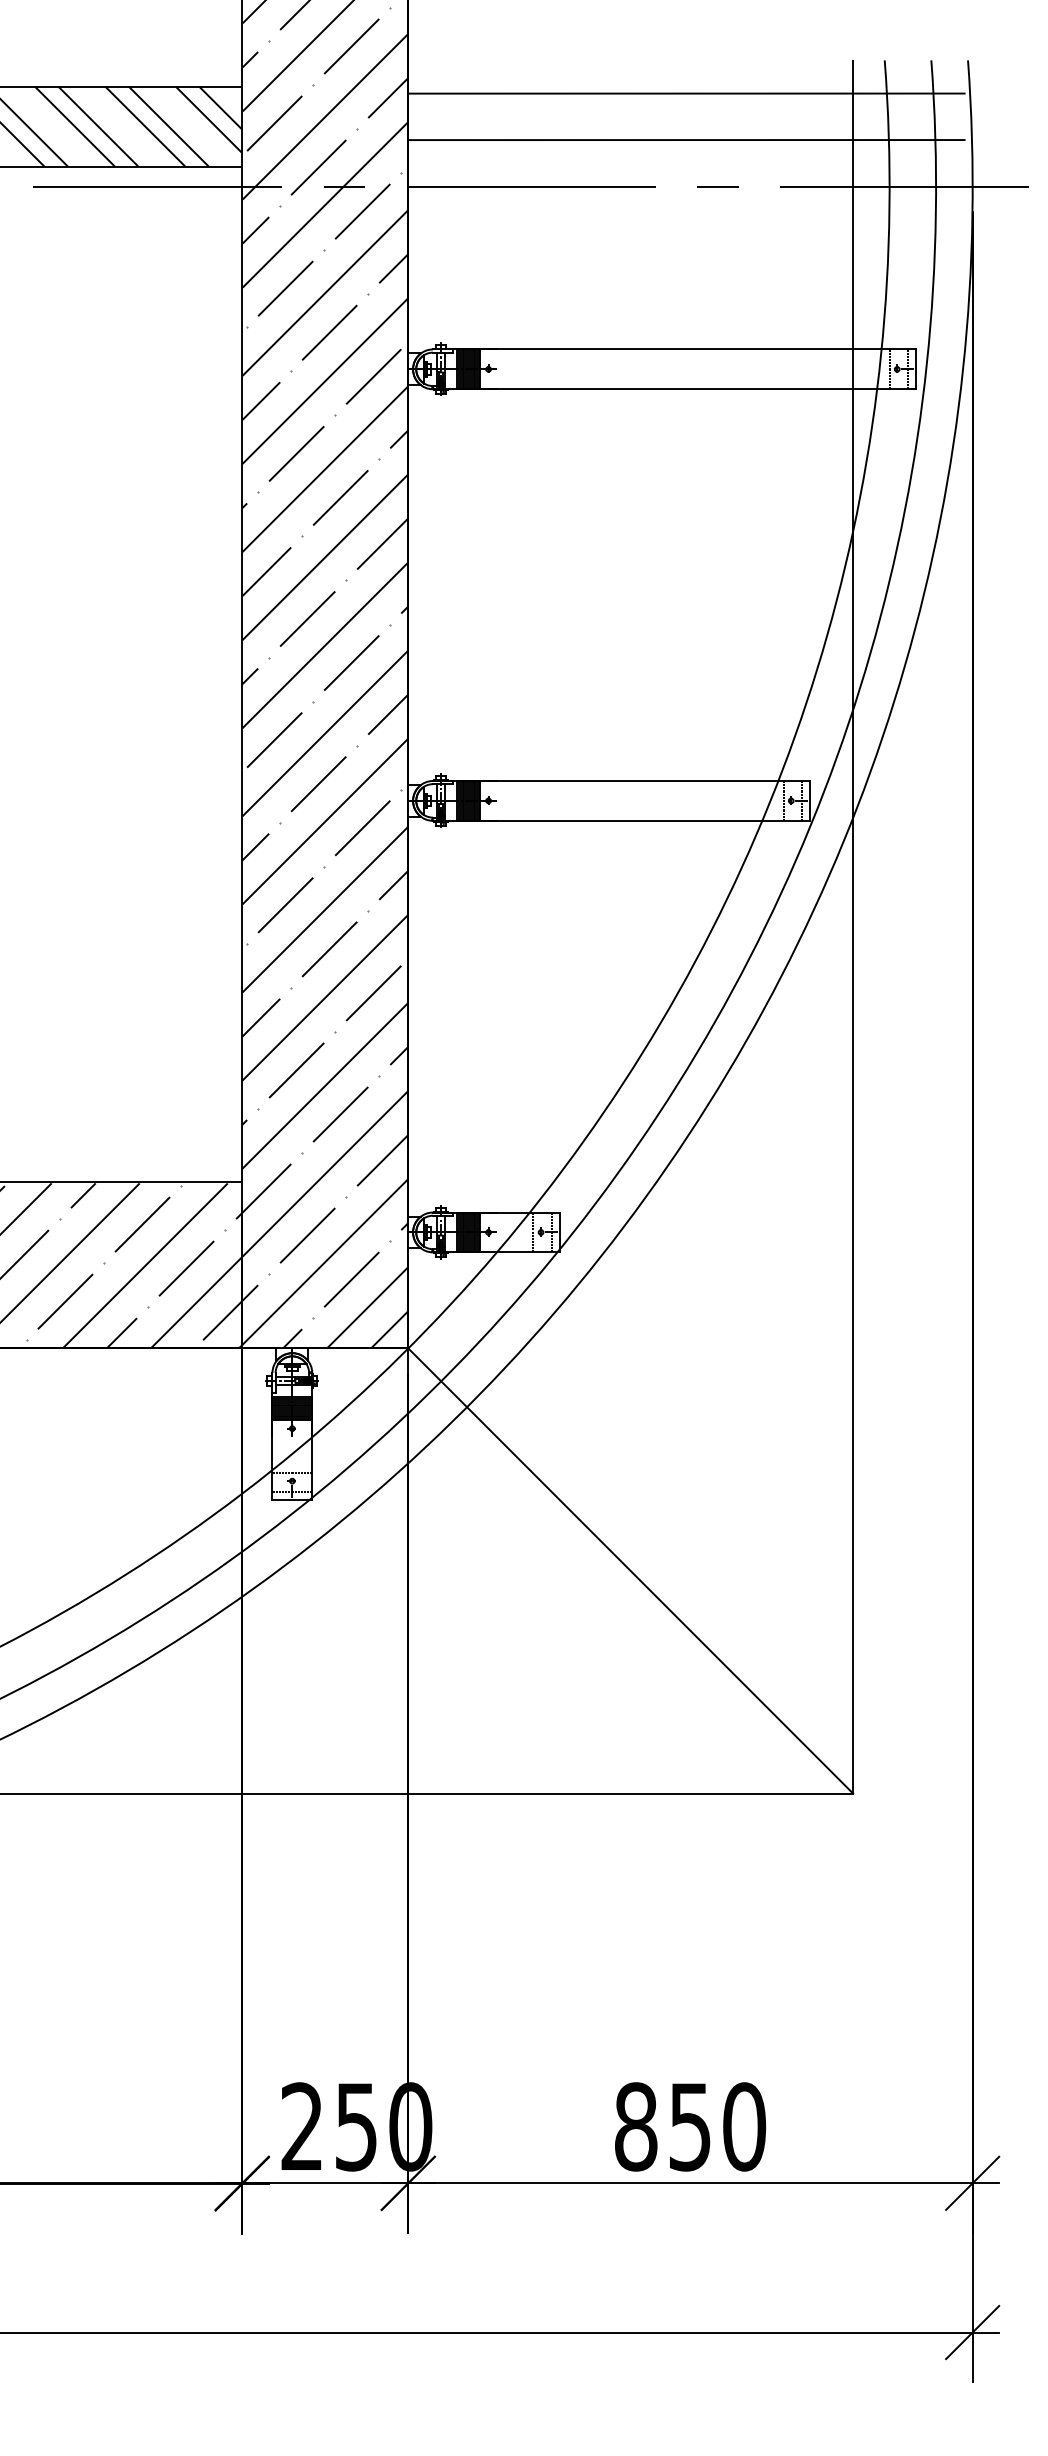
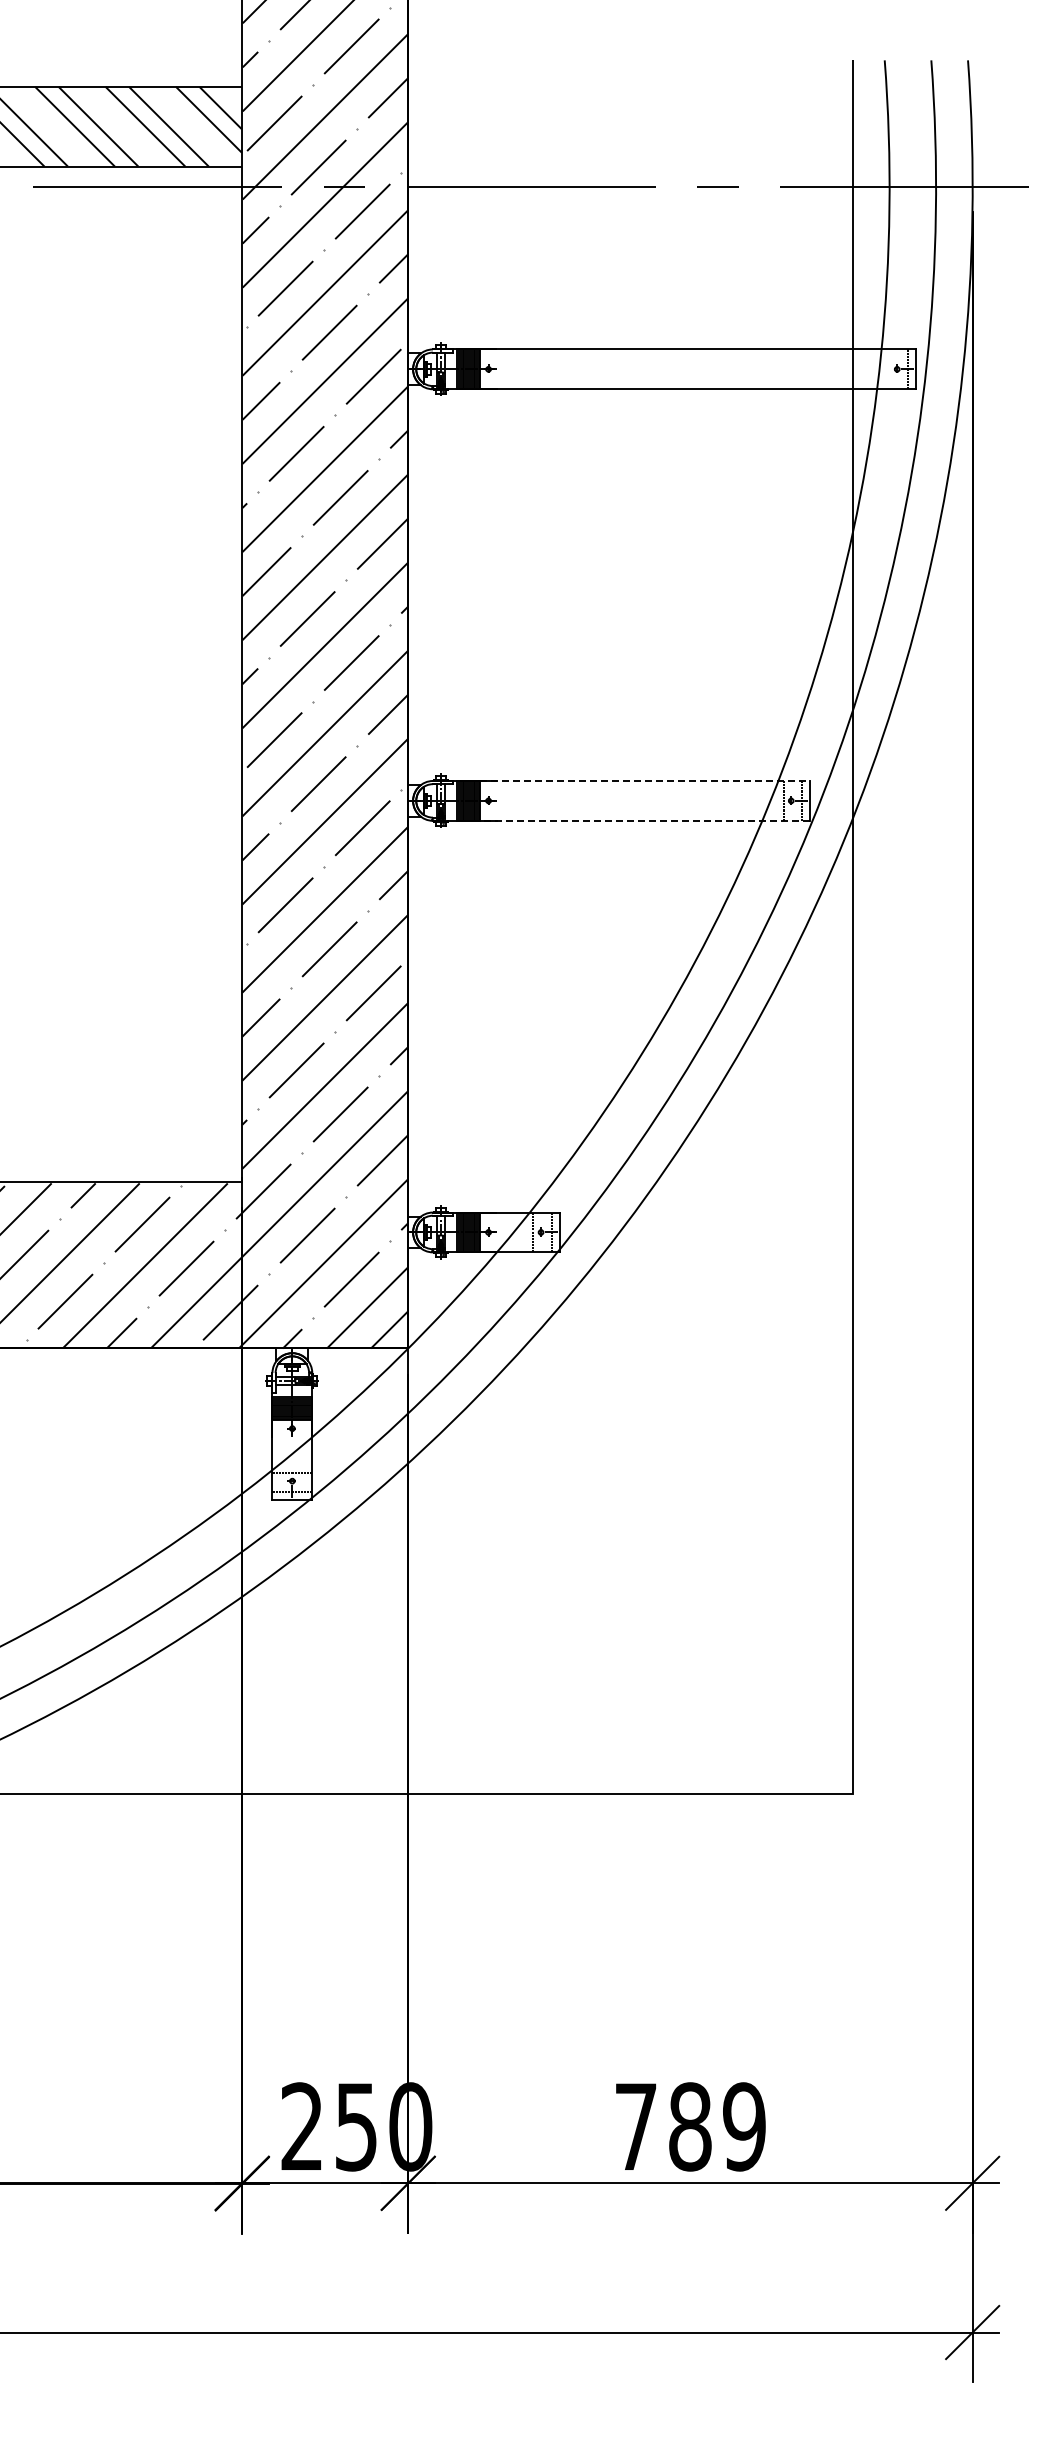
line at (686, 93): present -> none
line at (686, 140): present -> none
line at (889, 369): present -> none
line at (644, 780): solid -> dashed
line at (644, 820): solid -> dashed
line at (630, 1570): present -> none
text at (690, 2126): 850 -> 789
